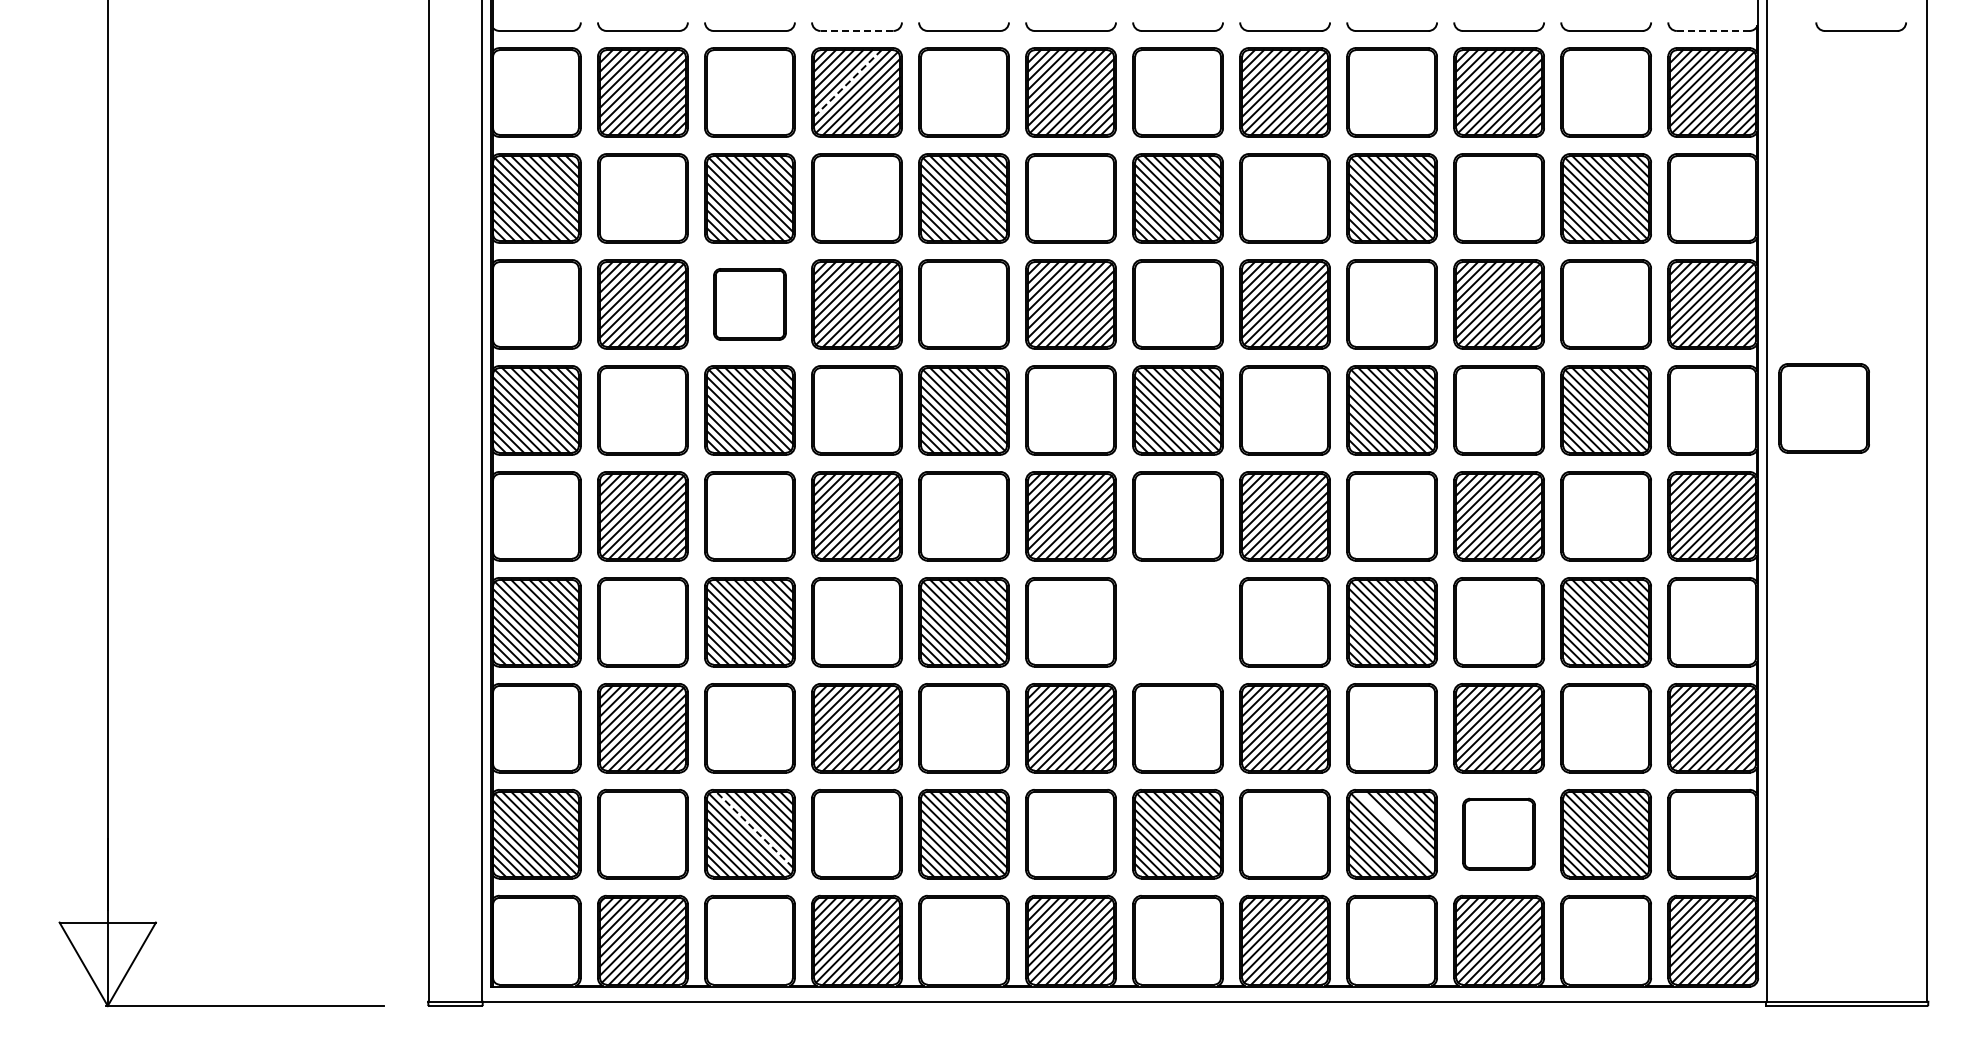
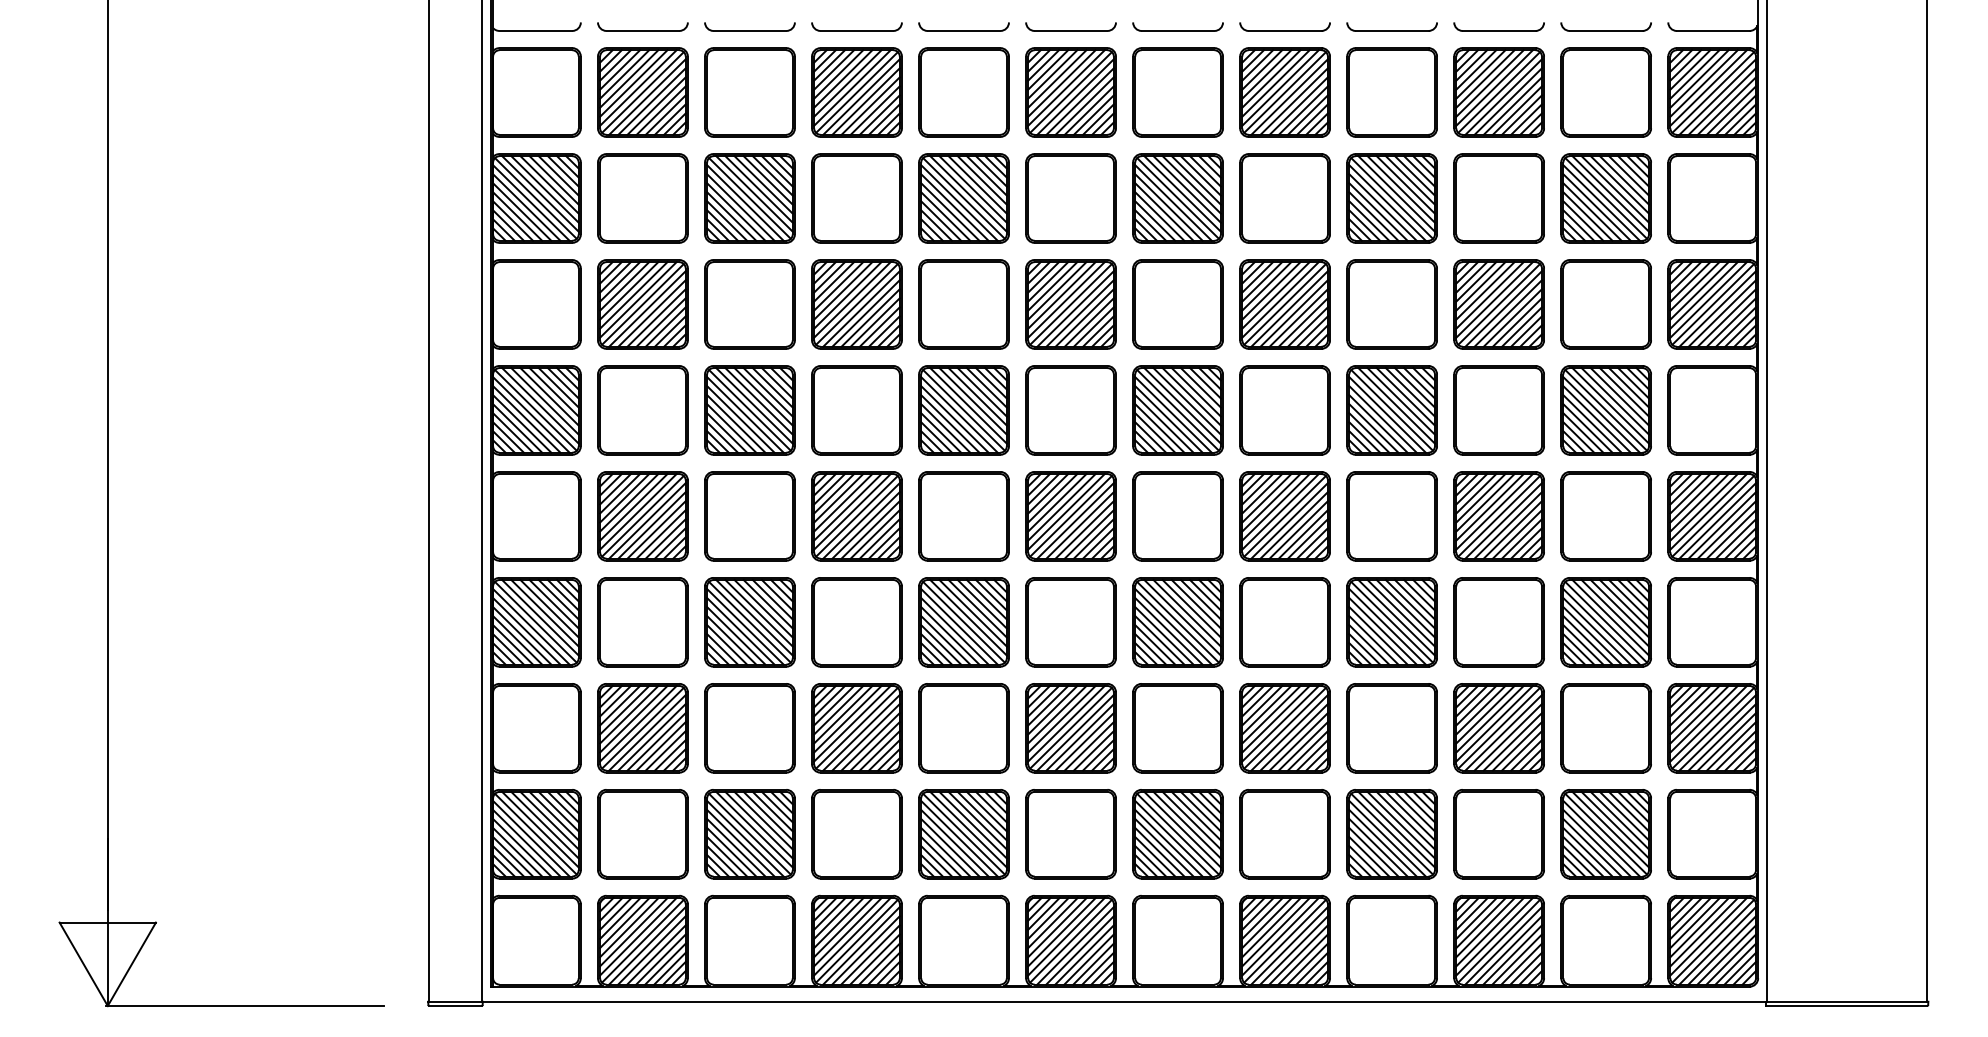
part at (1860, 26): present -> none
line at (856, 30): dashed -> solid
line at (1712, 30): dashed -> solid
line at (848, 83): dashed -> solid
part at (749, 304) size: 74x73 px -> 92x91 px
part at (1823, 408): present -> none
part at (1177, 622): none -> present
line at (754, 829): dashed -> solid
line at (1396, 829): none -> present
part at (1498, 833) size: 74x74 px -> 92x91 px
